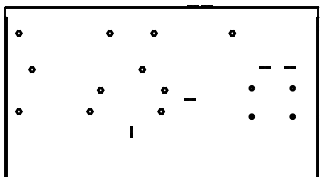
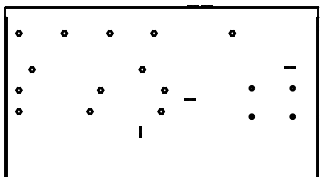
part at (64, 33): none -> present
line at (264, 67): present -> none
part at (18, 89): none -> present
line at (131, 131) position: (131, 131) -> (140, 131)
